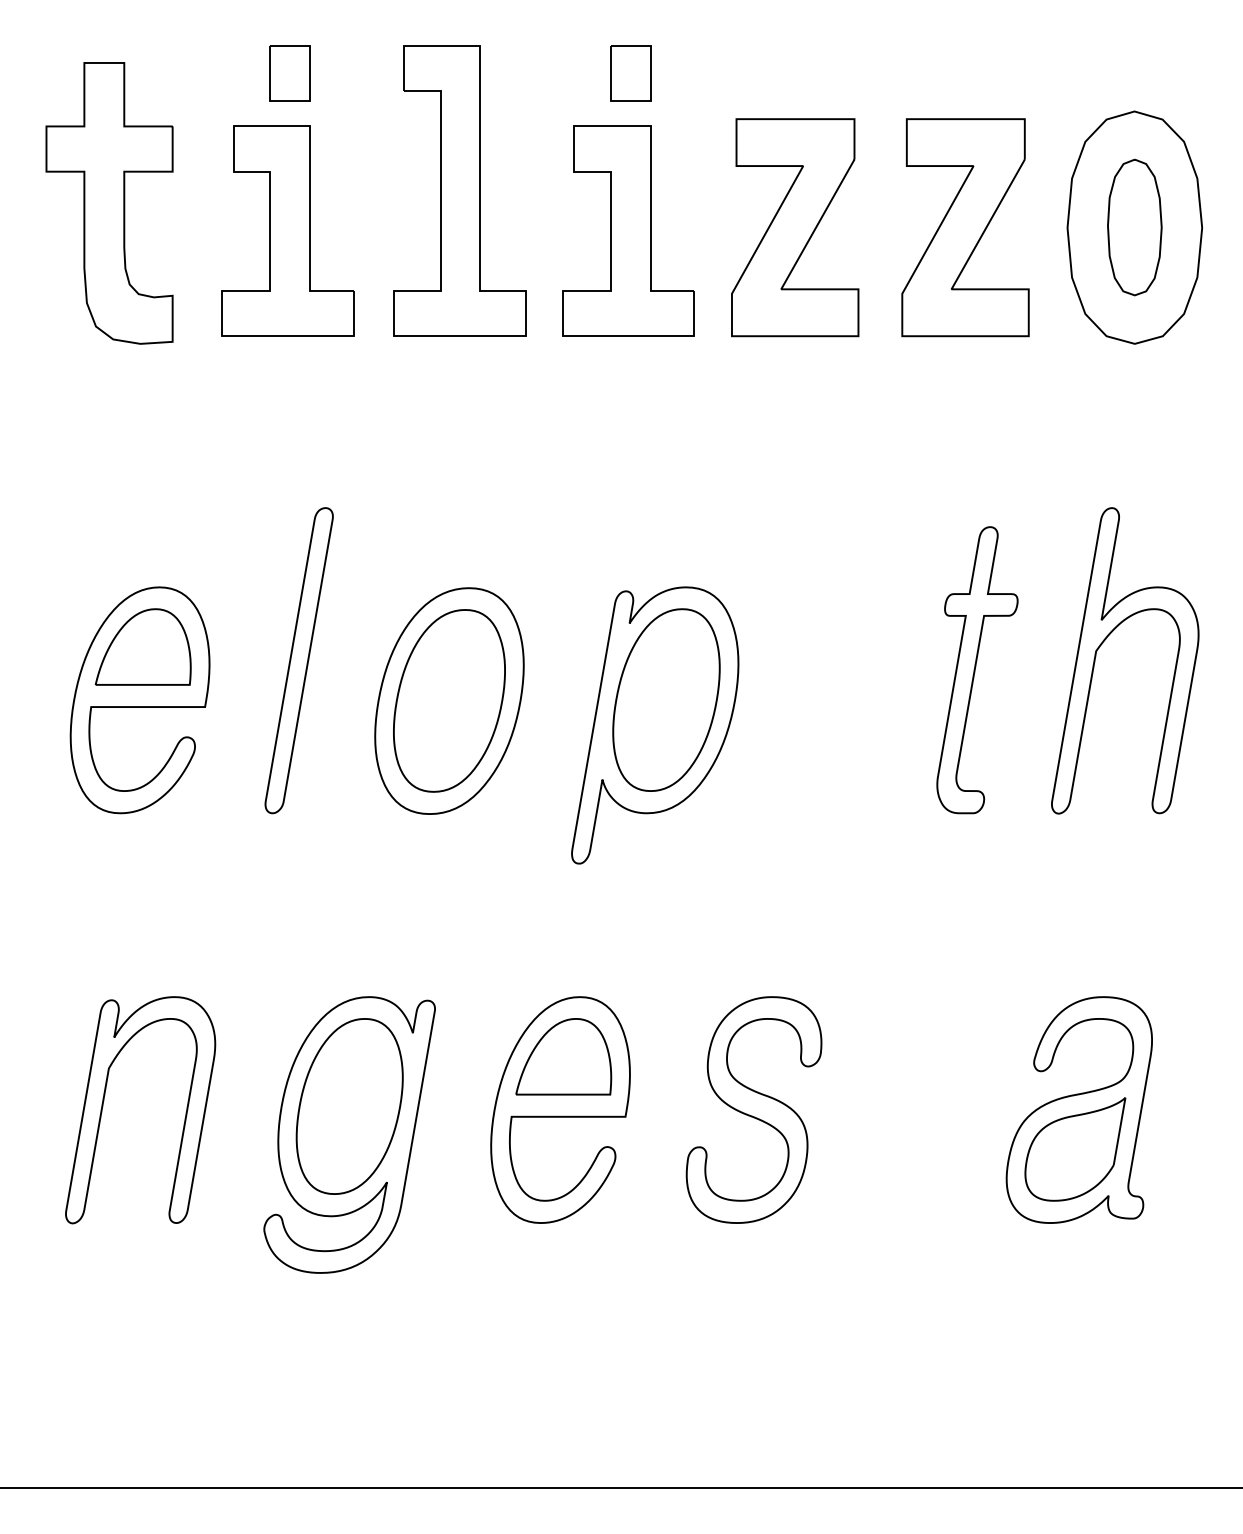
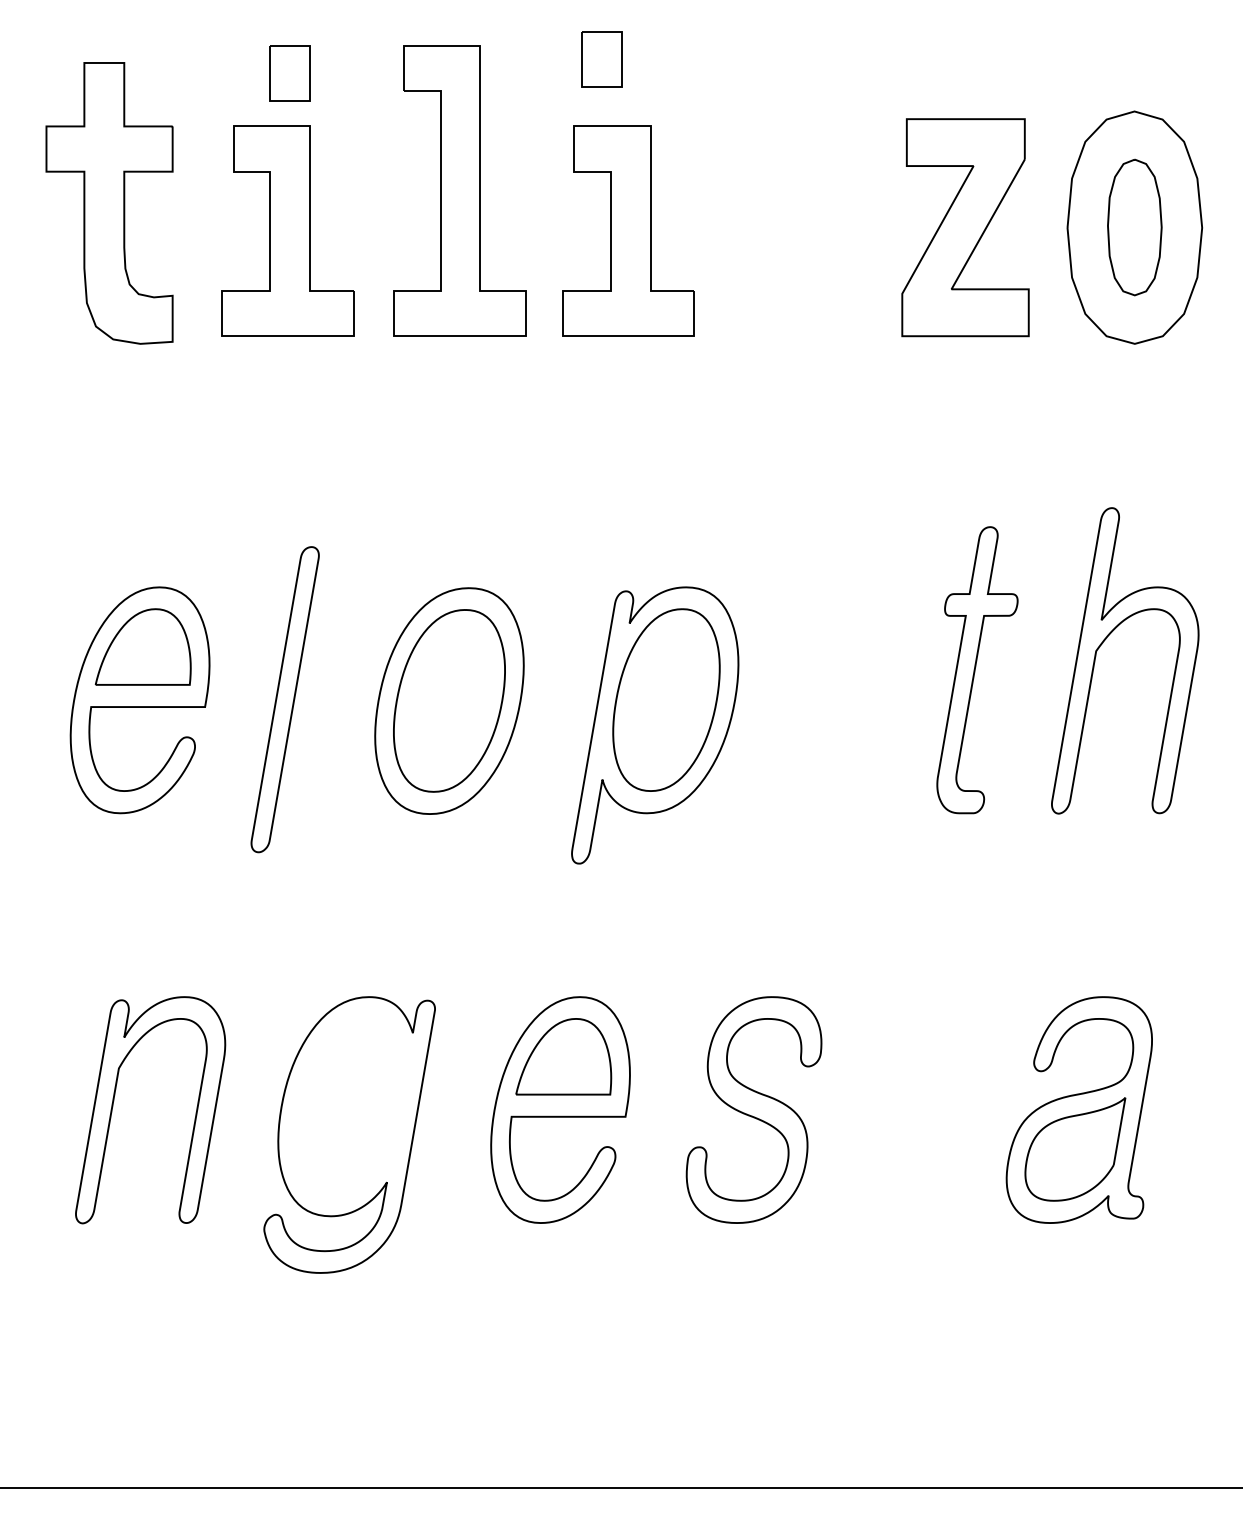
part at (630, 73) position: (630, 73) -> (601, 59)
part at (795, 227): present -> none
part at (298, 660) position: (298, 660) -> (284, 699)
part at (104, 1101) position: (104, 1101) -> (114, 1101)
part at (349, 1106): present -> none
